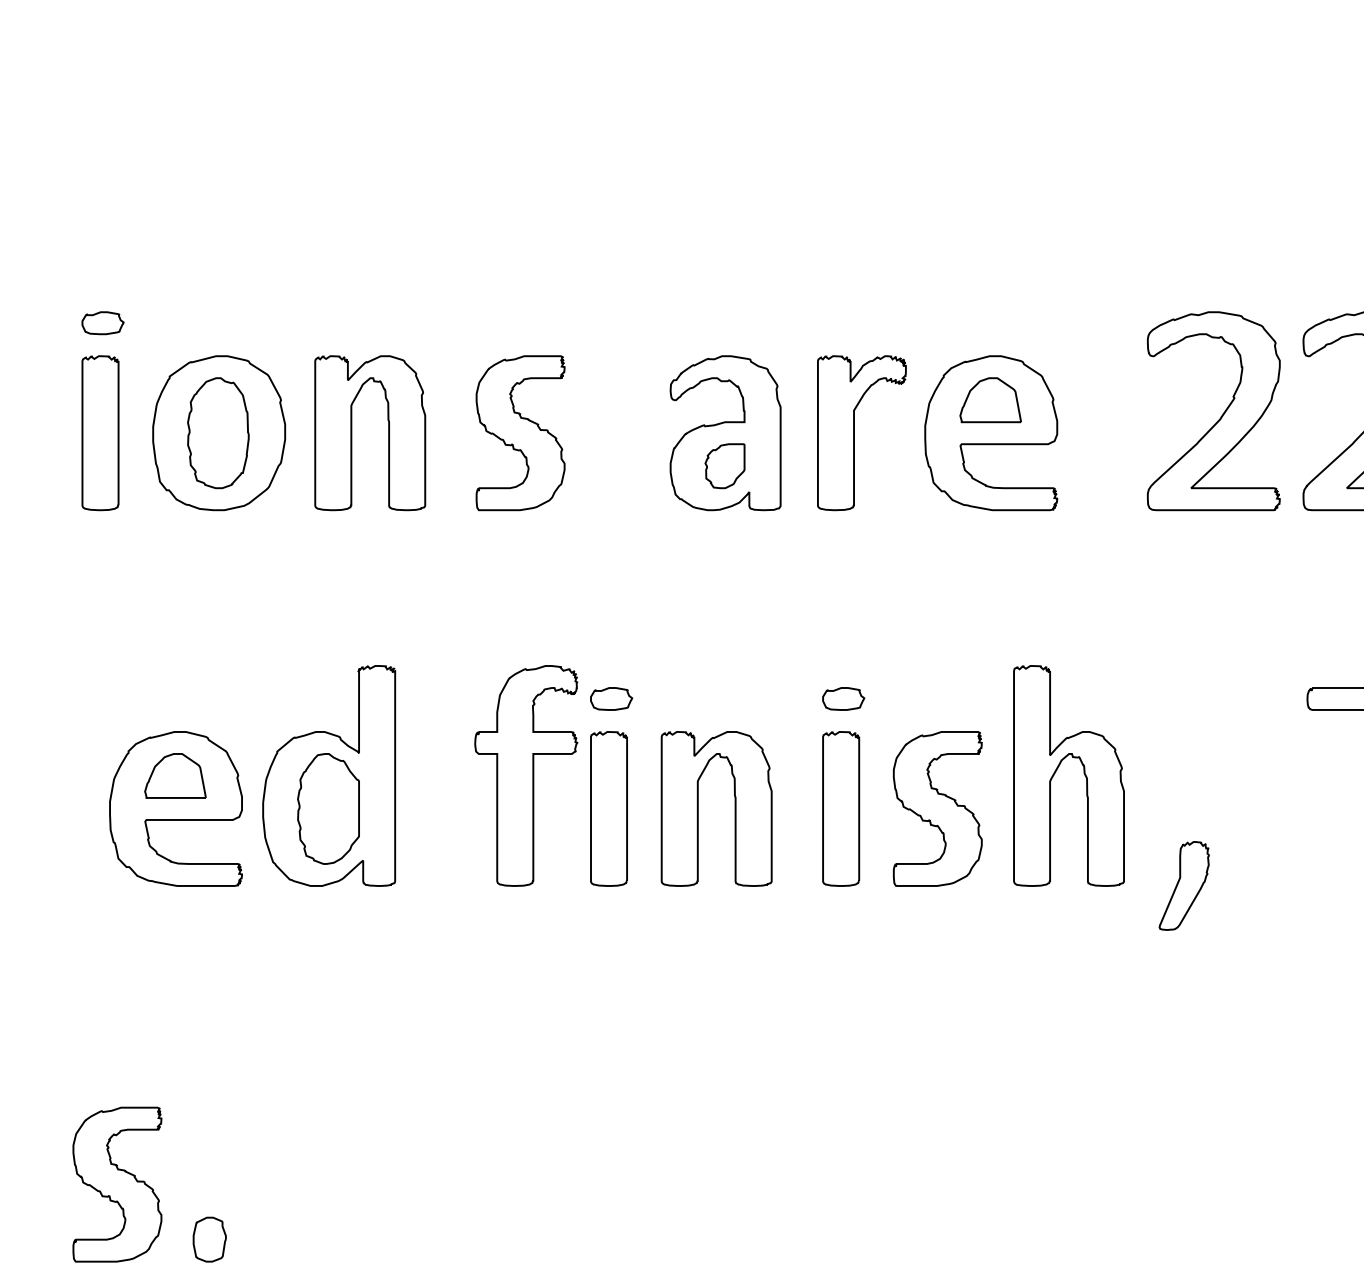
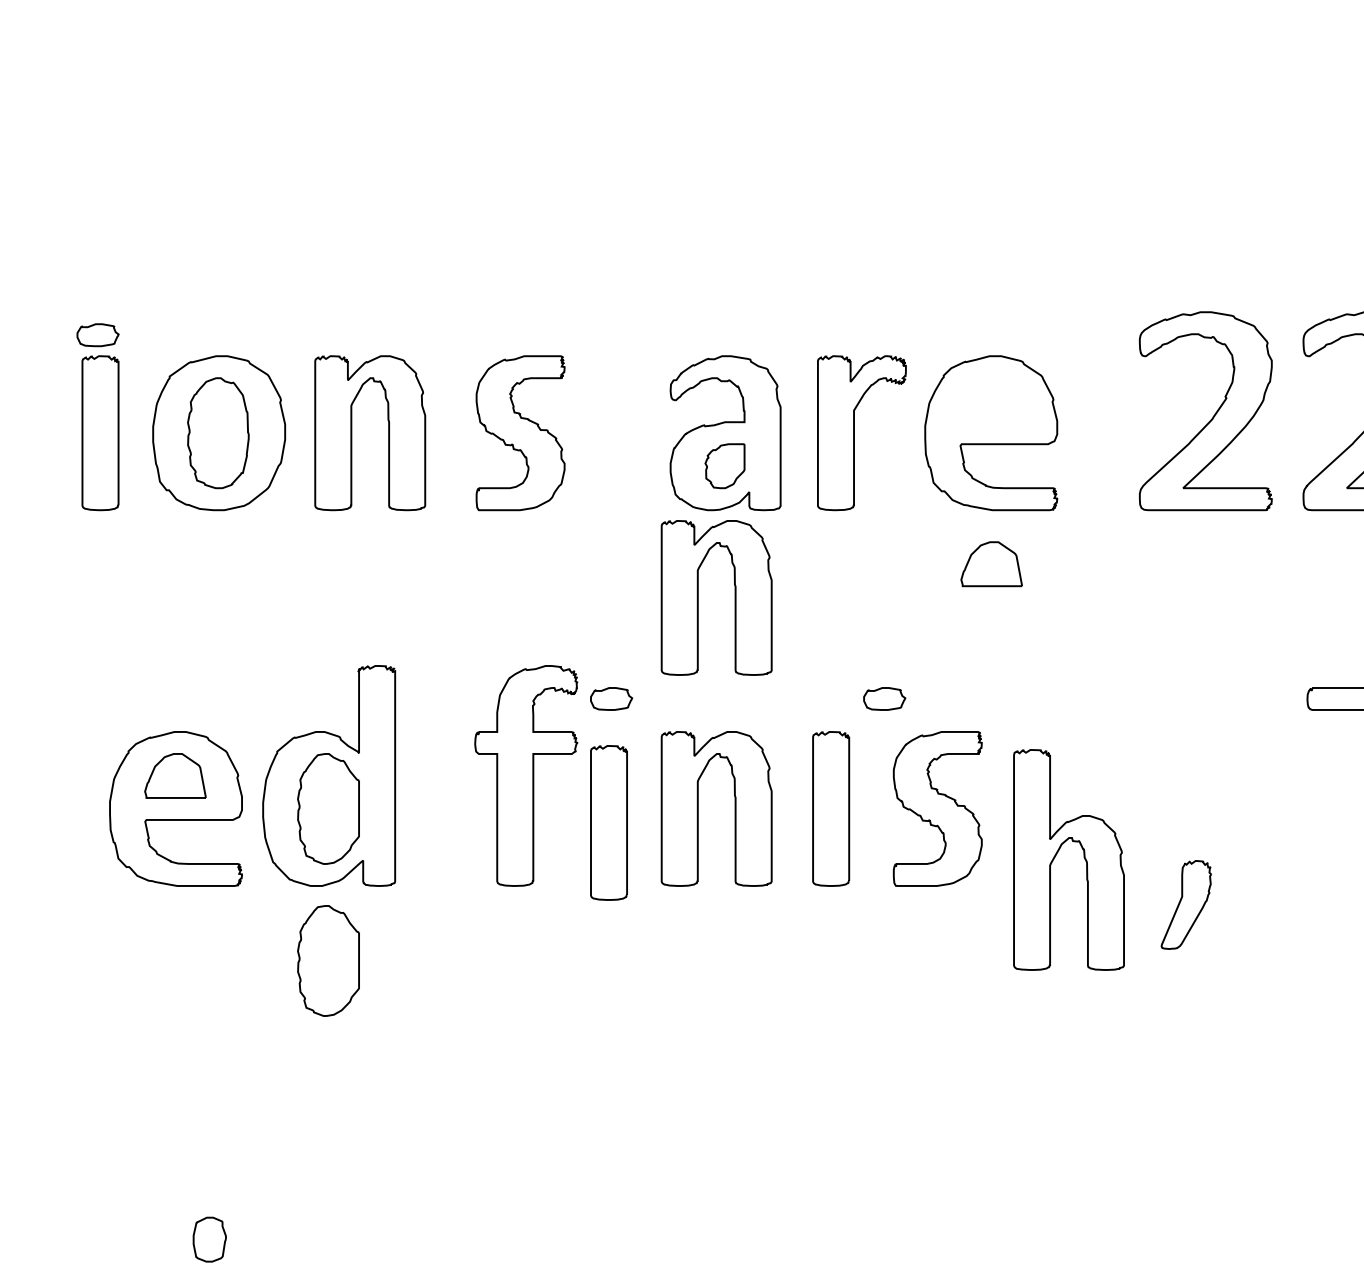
part at (102, 323) position: (102, 323) -> (97, 335)
part at (990, 400) position: (990, 400) -> (991, 564)
part at (1220, 416) position: (1220, 416) -> (1212, 416)
part at (698, 597): none -> present
part at (843, 698) position: (843, 698) -> (884, 698)
part at (1057, 770) position: (1057, 770) -> (1057, 854)
part at (608, 808) position: (608, 808) -> (608, 822)
part at (841, 808) position: (841, 808) -> (831, 808)
part at (1183, 885) position: (1183, 885) -> (1185, 904)
part at (328, 960): none -> present
part at (117, 1184): present -> none
